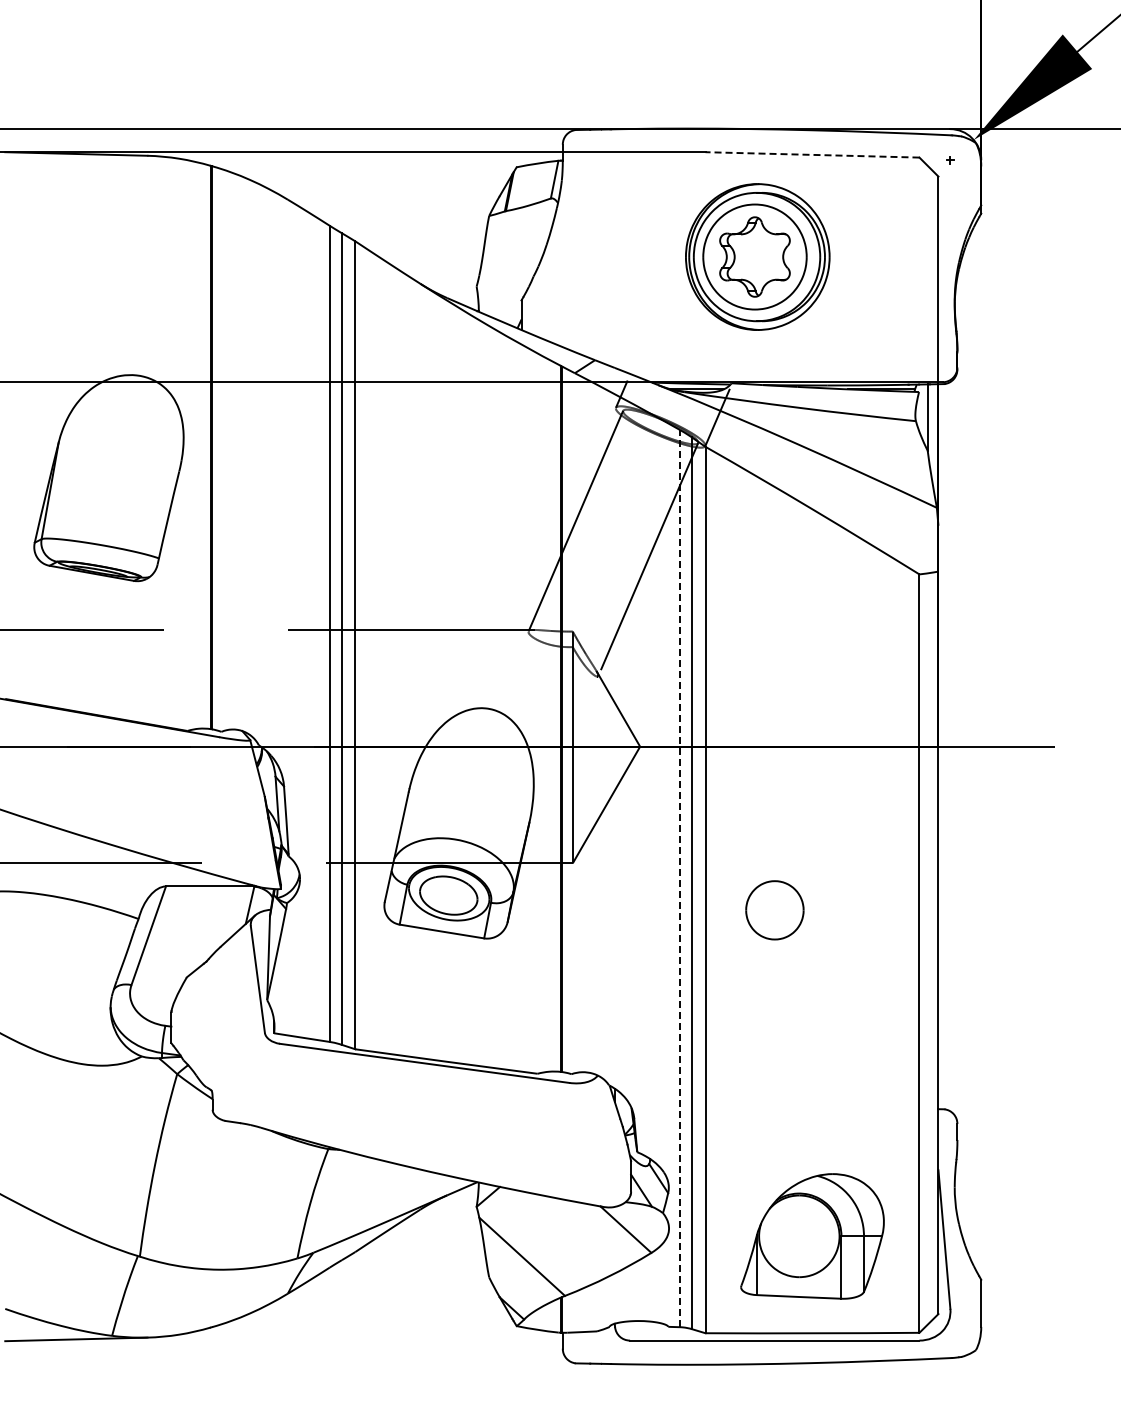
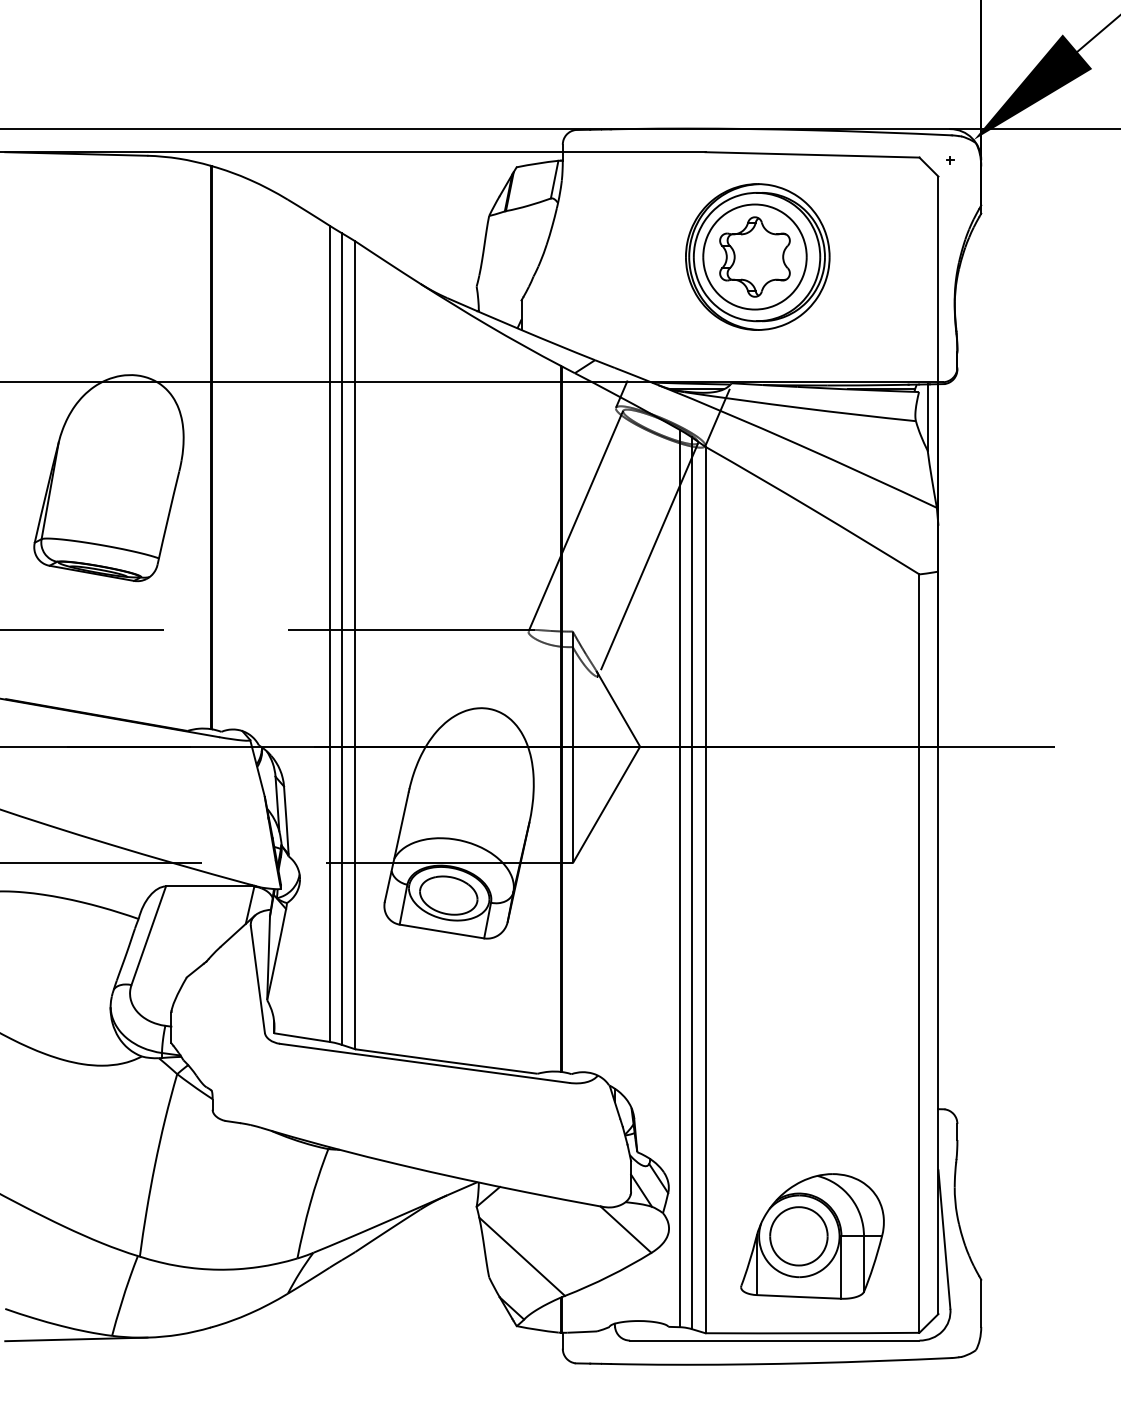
line at (811, 154): dashed -> solid
line at (679, 878): dashed -> solid
part at (774, 910) position: (774, 910) -> (798, 1236)
